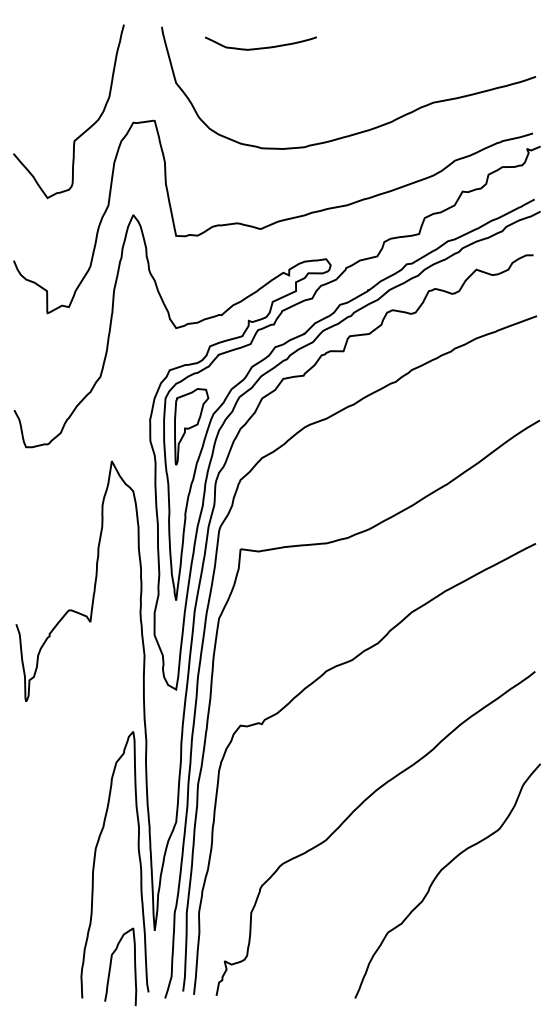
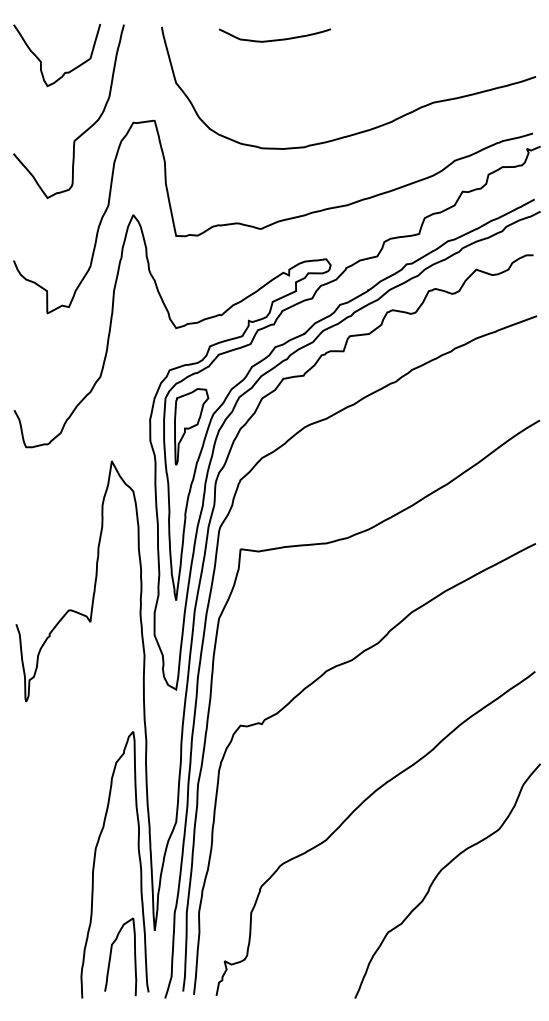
curve at (260, 47) position: (260, 47) -> (274, 39)
curve at (41, 61): none -> present
curve at (111, 966) position: (111, 966) -> (111, 956)
